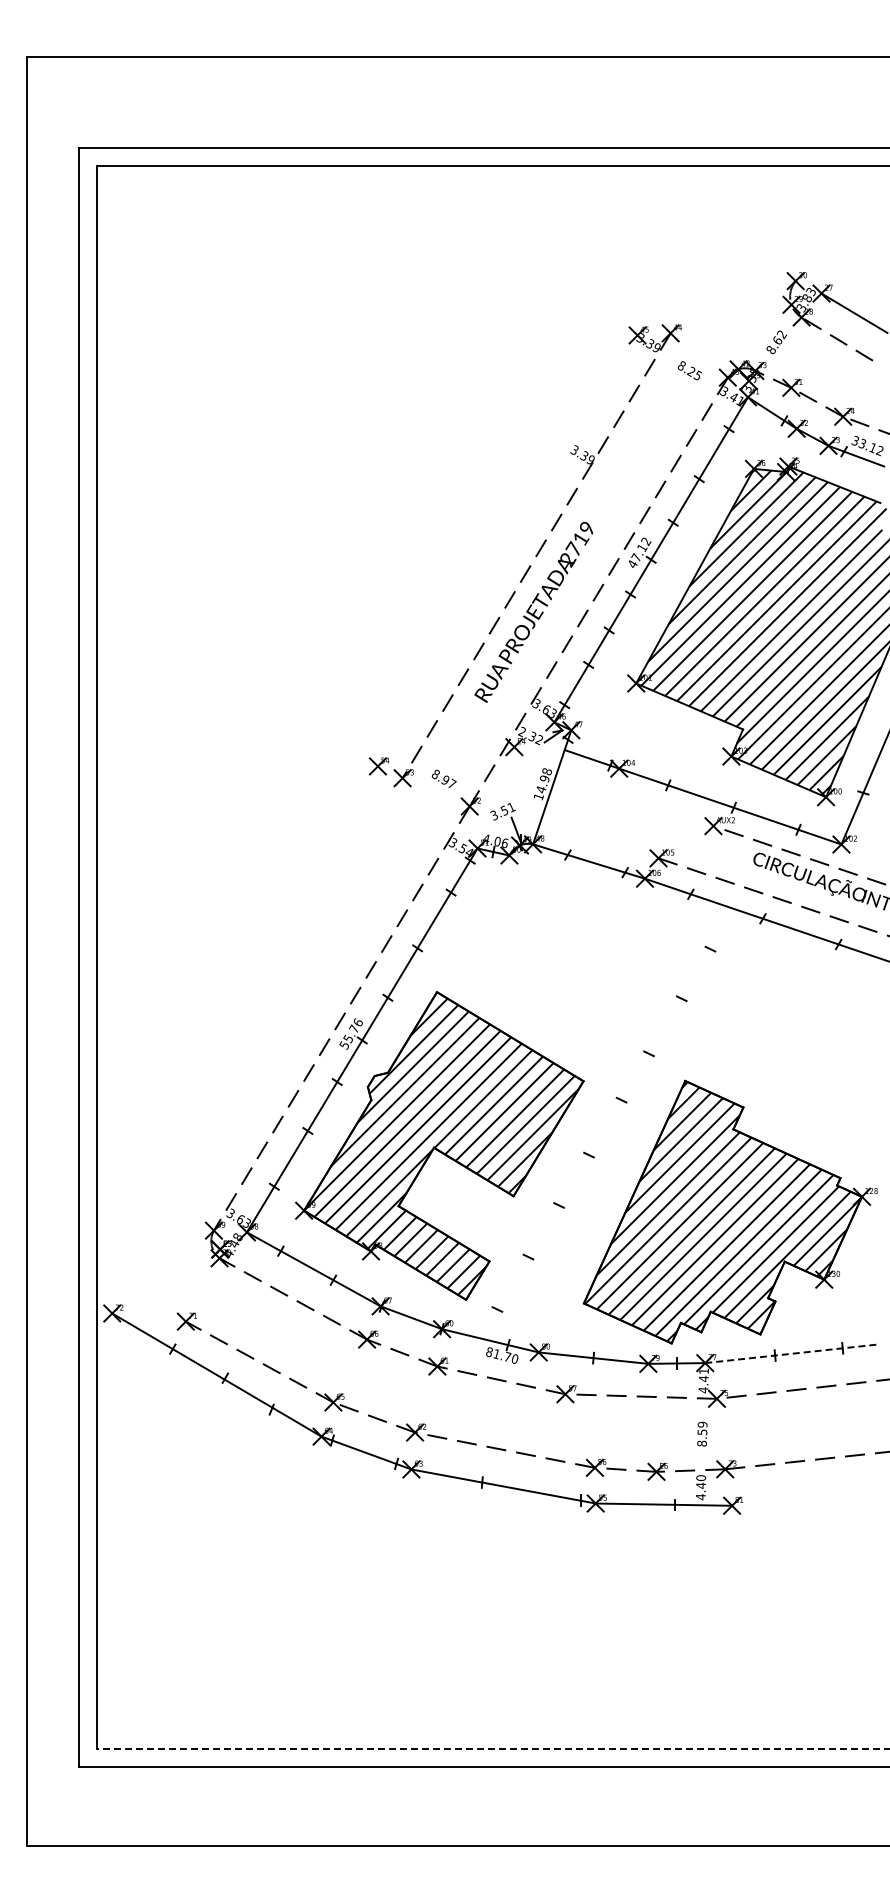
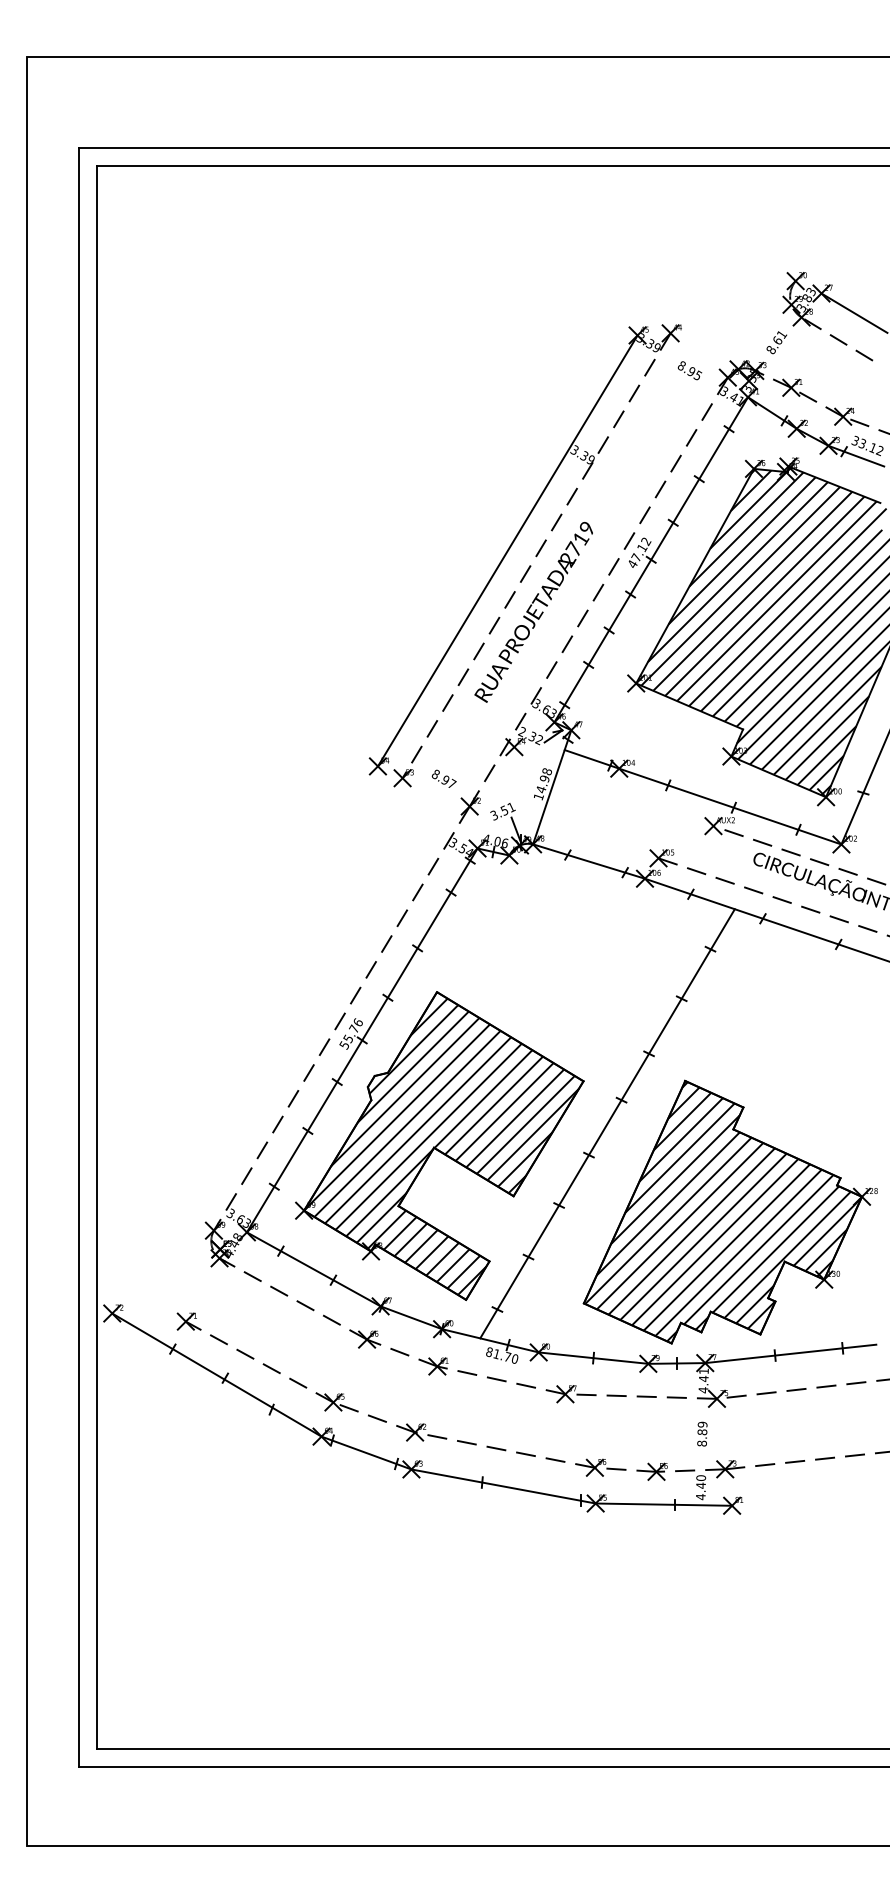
text at (781, 334): 8.62 -> 8.61
text at (690, 371): 8.25 -> 8.95
line at (507, 550): none -> present
line at (607, 1123): none -> present
line at (791, 1353): dashed -> solid
text at (702, 1432): 8.59 -> 8.89
line at (493, 1749): dashed -> solid
